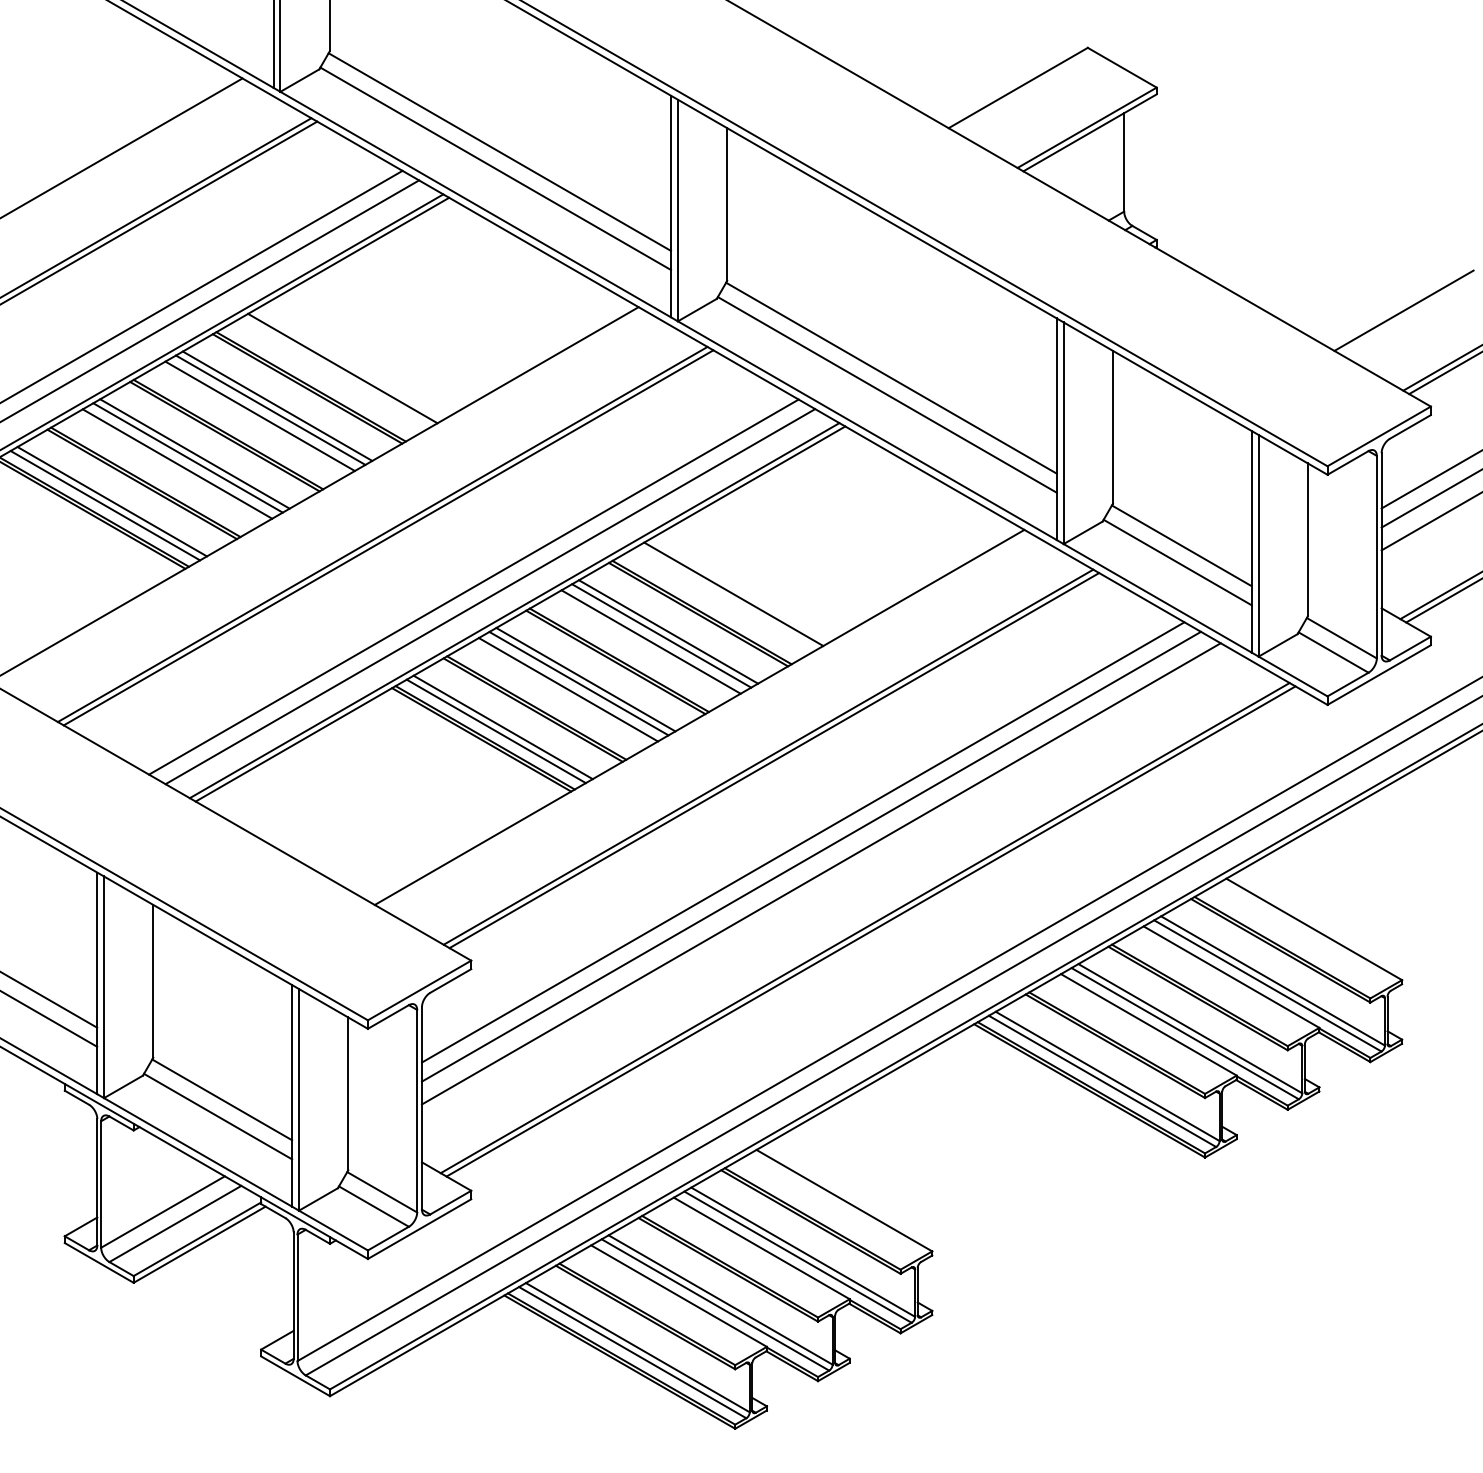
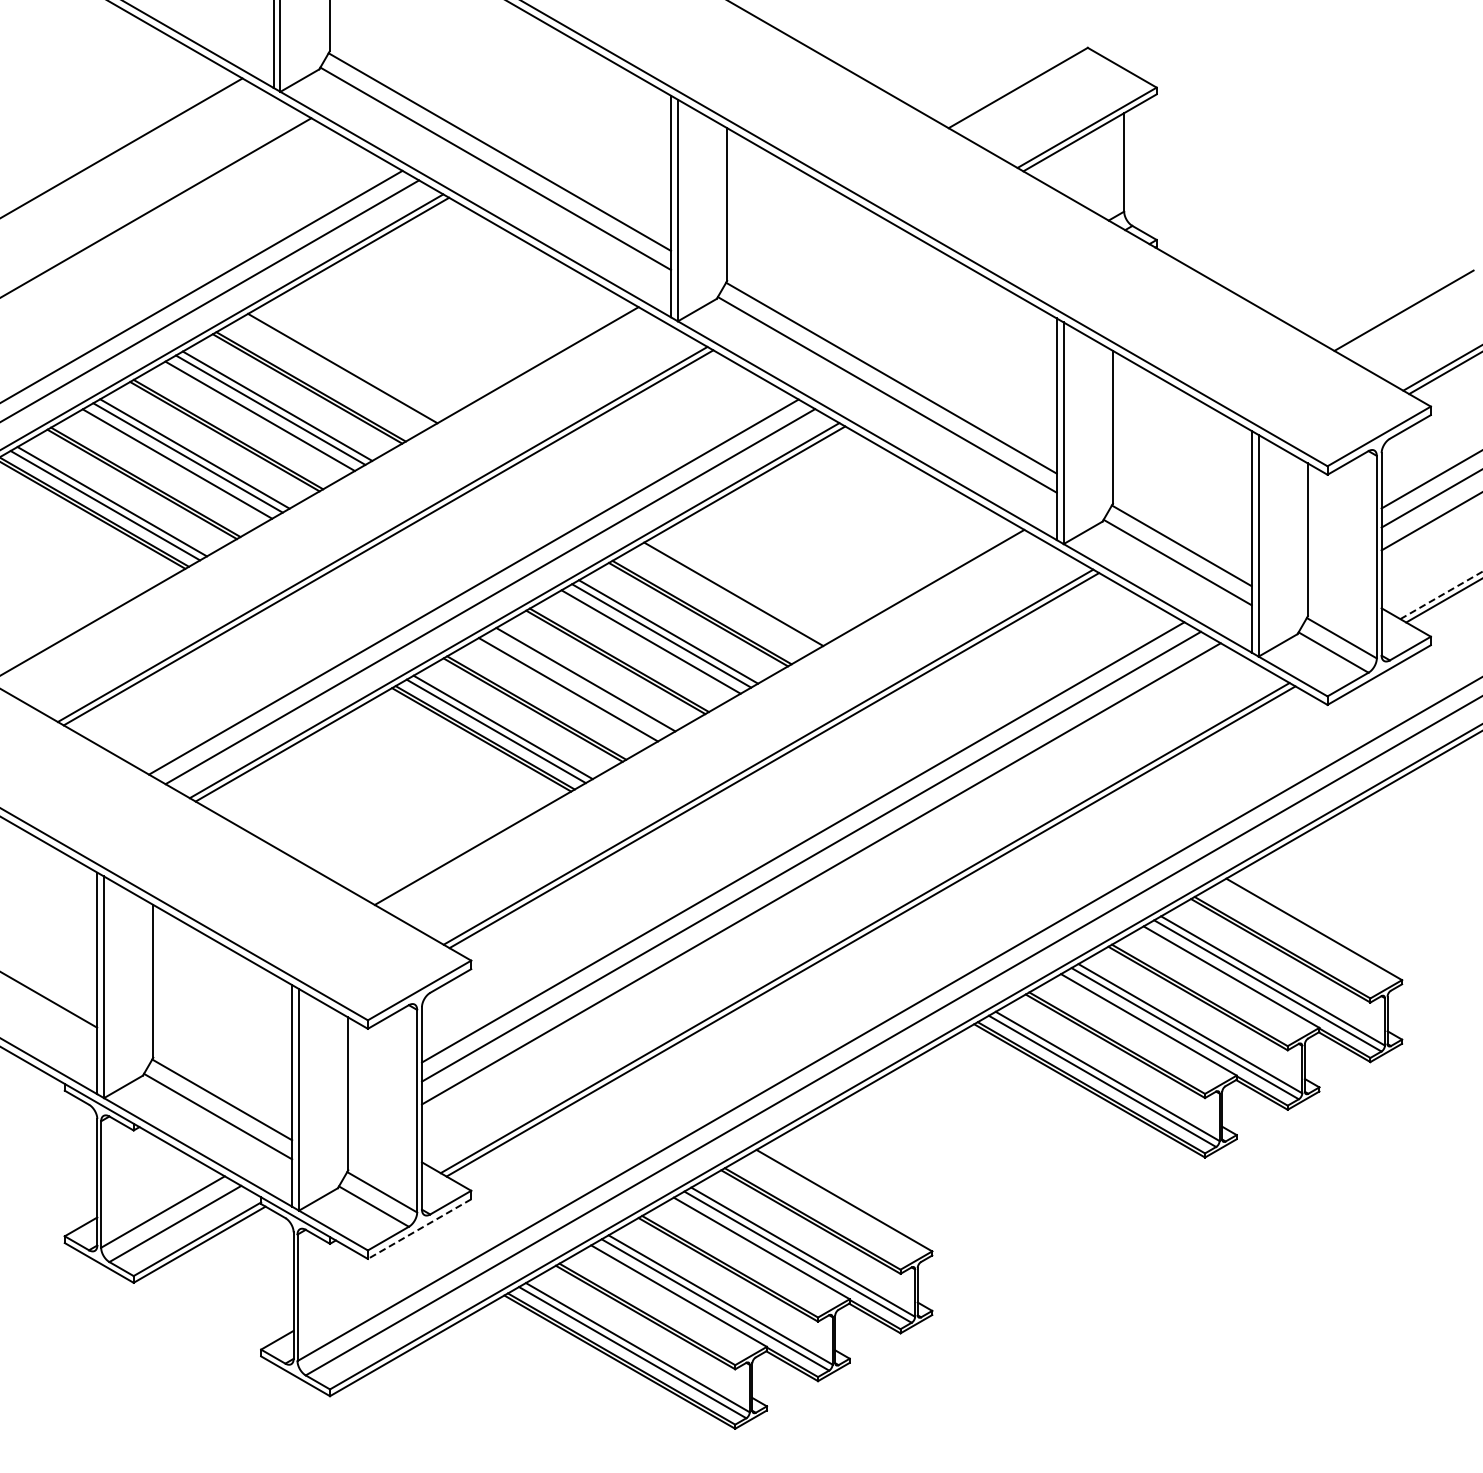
line at (159, 212): present -> none
line at (1441, 595): solid -> dashed
line at (578, 683): present -> none
line at (49, 1019): present -> none
line at (419, 1229): solid -> dashed
